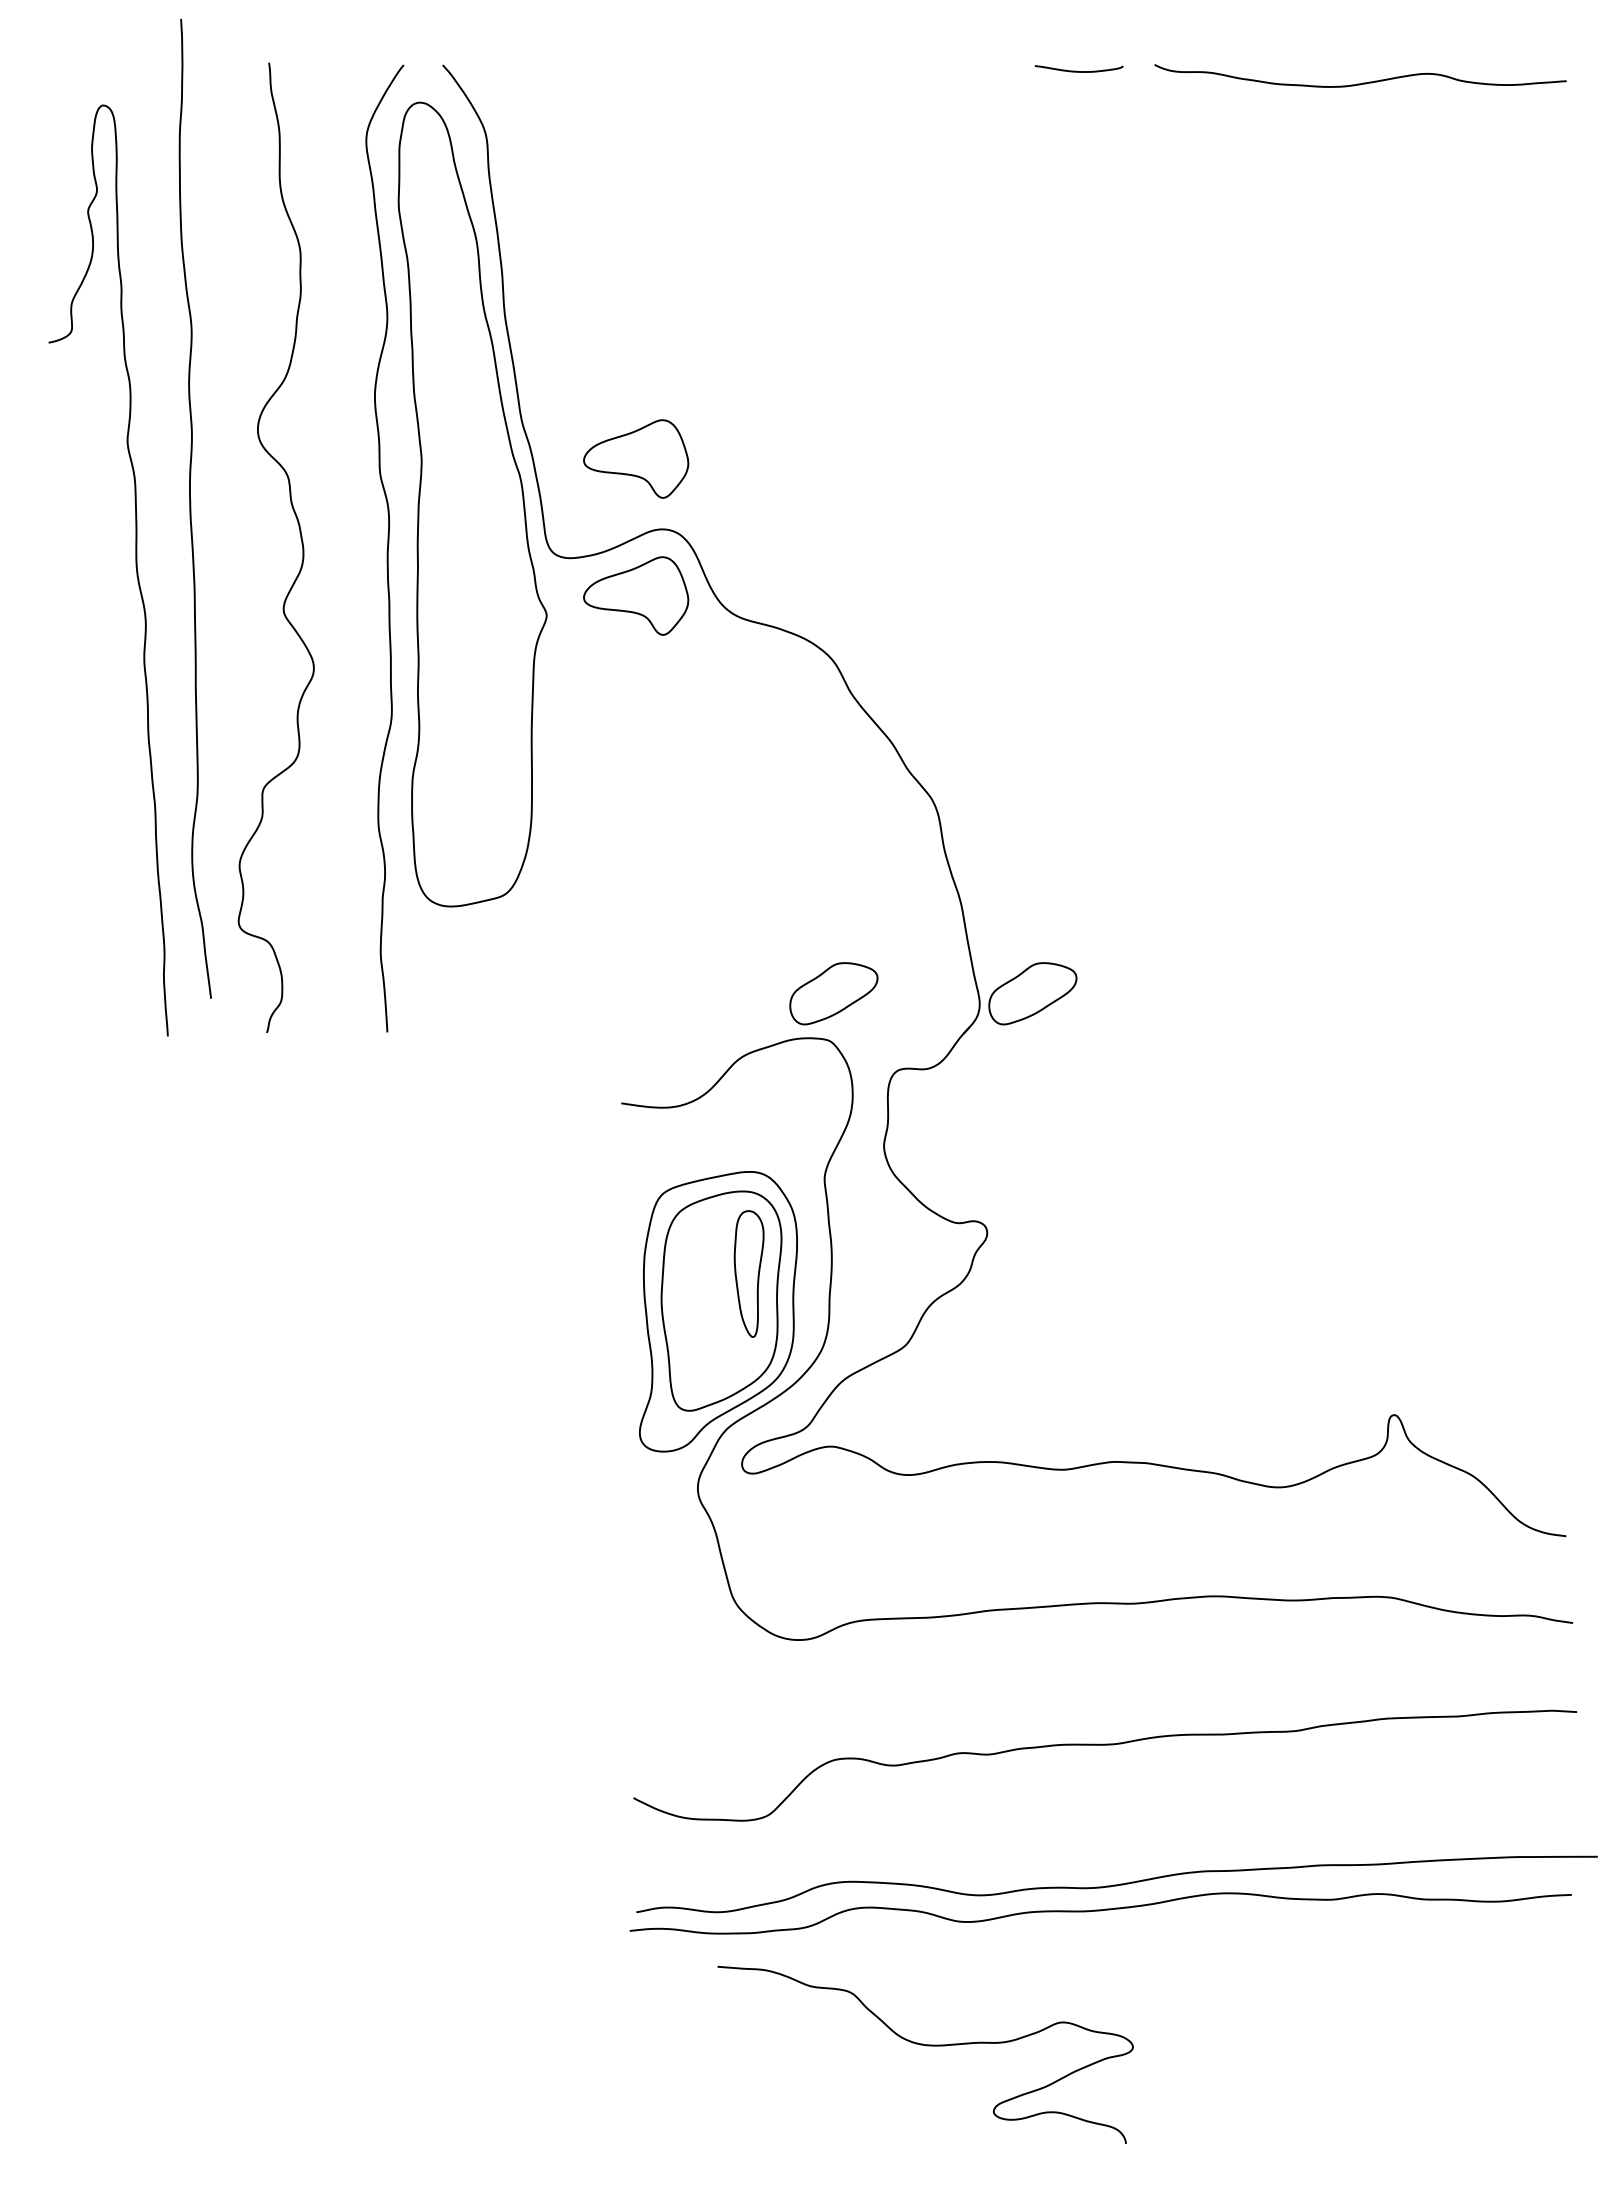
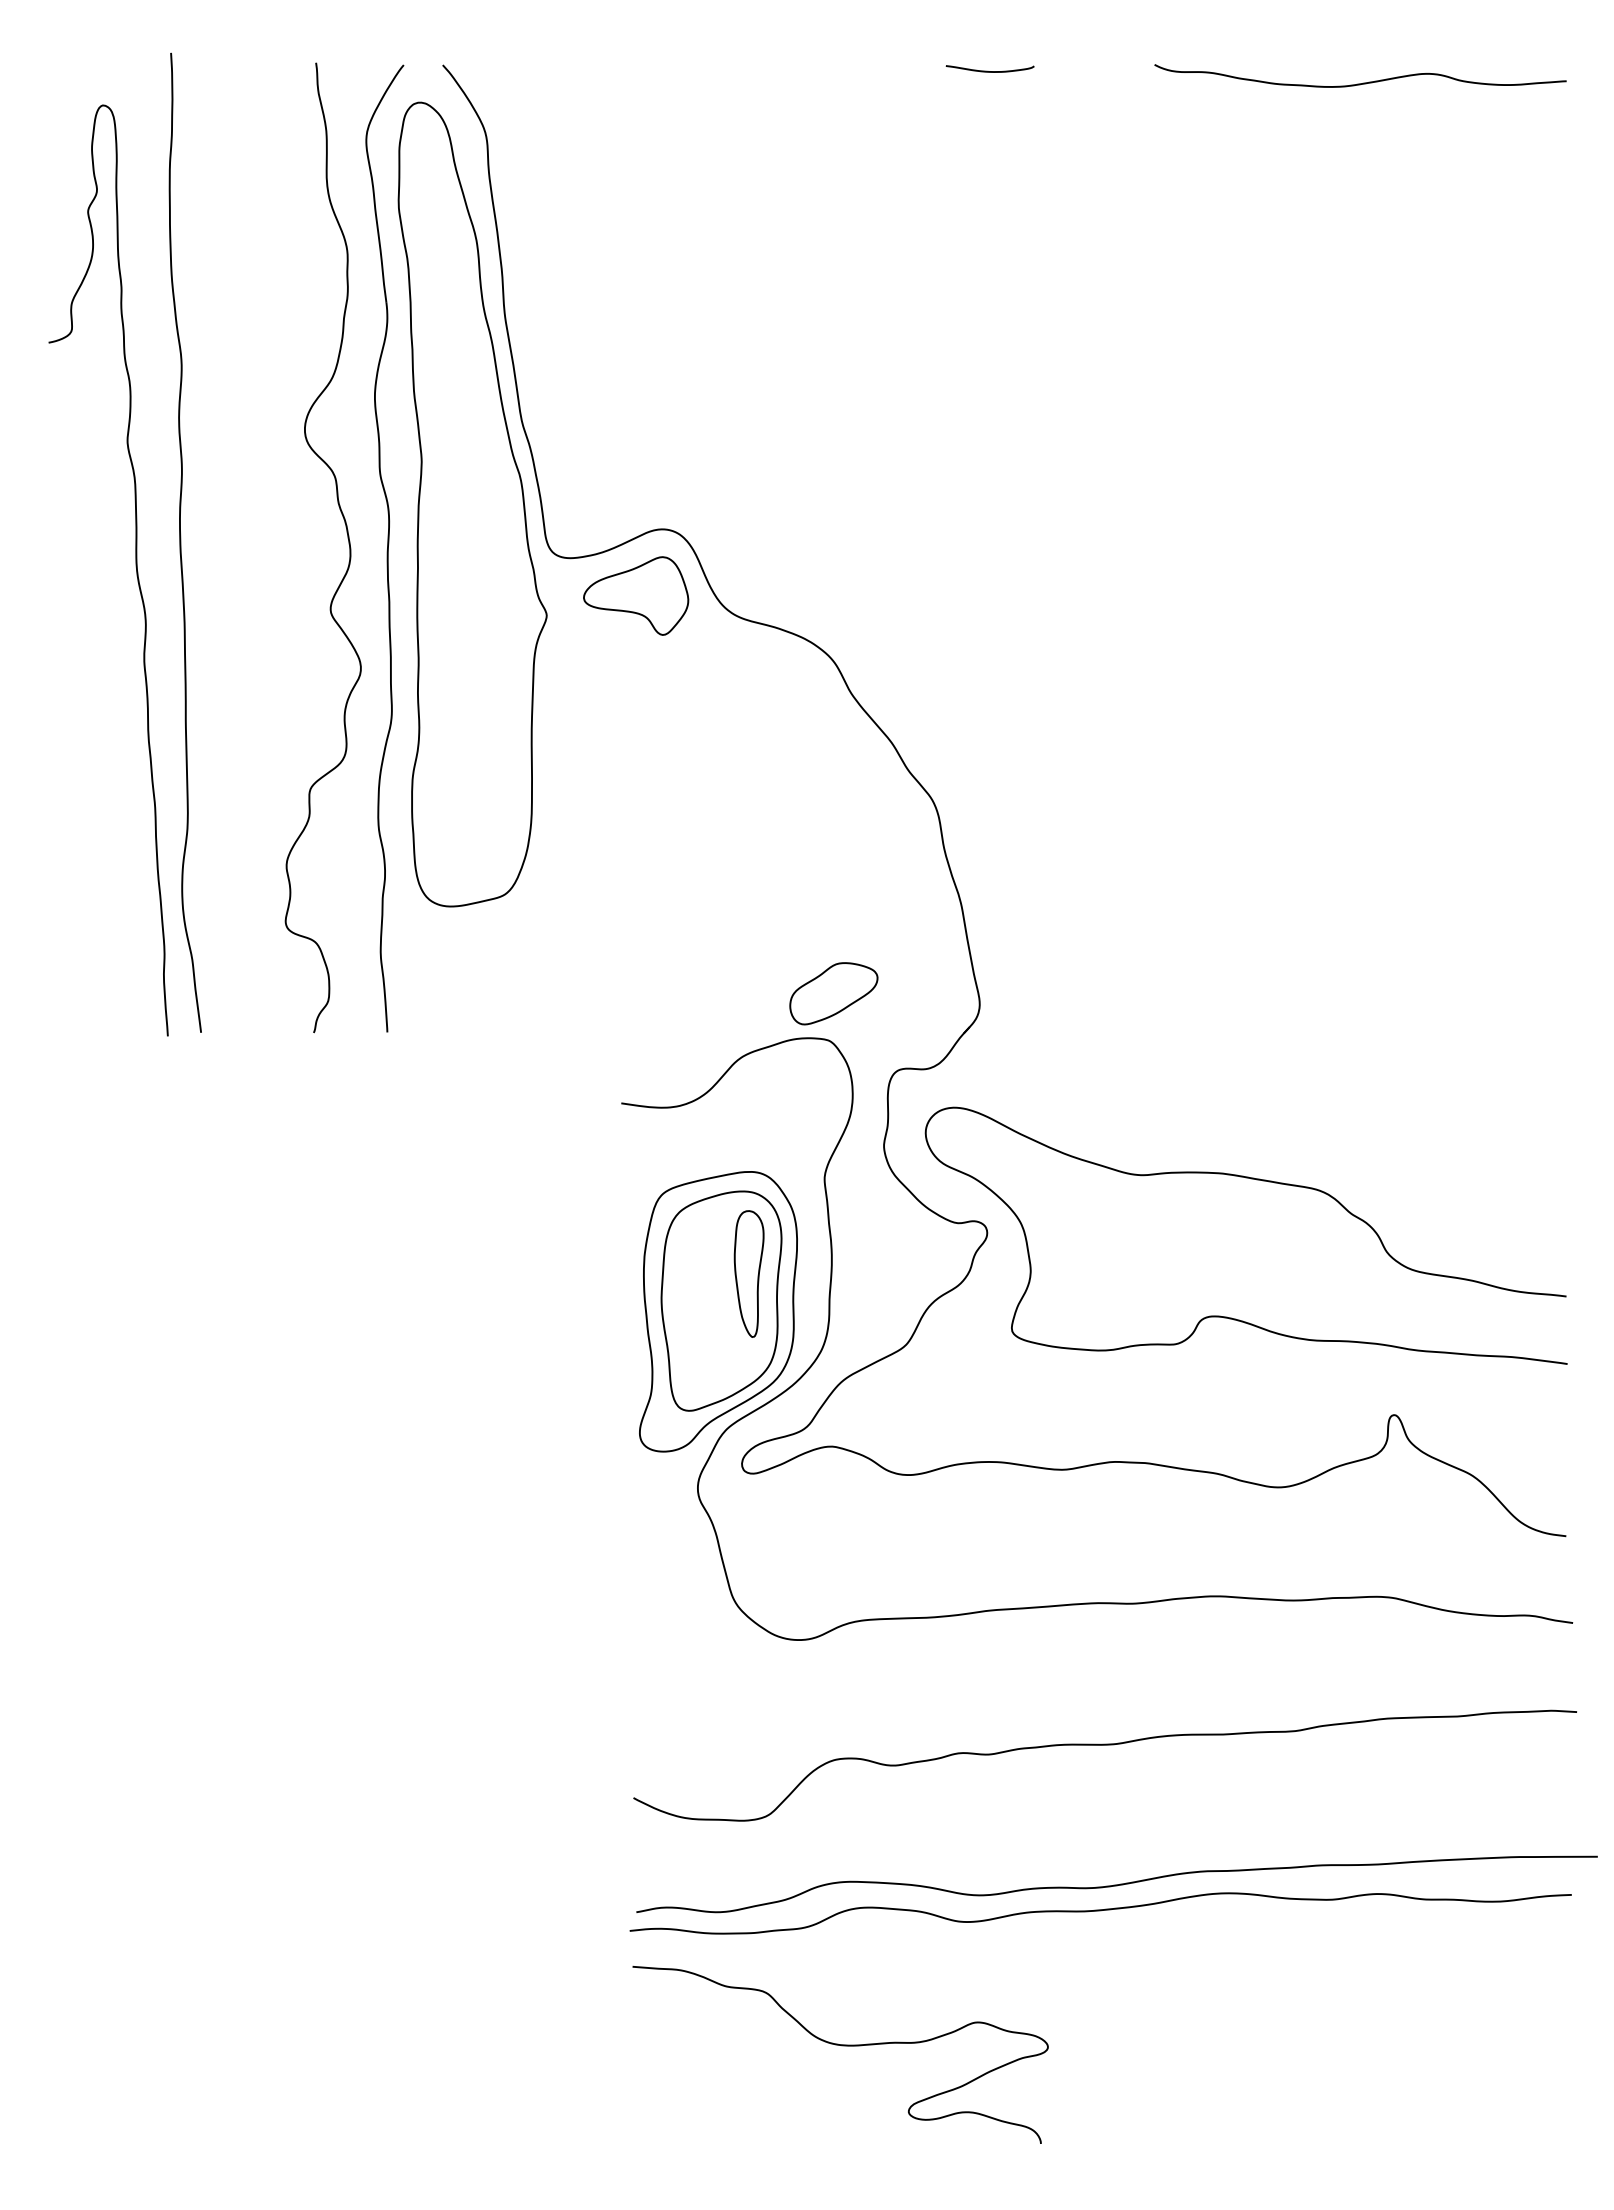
curve at (1076, 70) position: (1076, 70) -> (987, 70)
part at (636, 458): present -> none
curve at (191, 508) position: (191, 508) -> (181, 542)
curve at (301, 544) position: (301, 544) -> (348, 544)
part at (1032, 993): present -> none
curve at (1256, 1180): none -> present
curve at (926, 2046) position: (926, 2046) -> (841, 2046)
